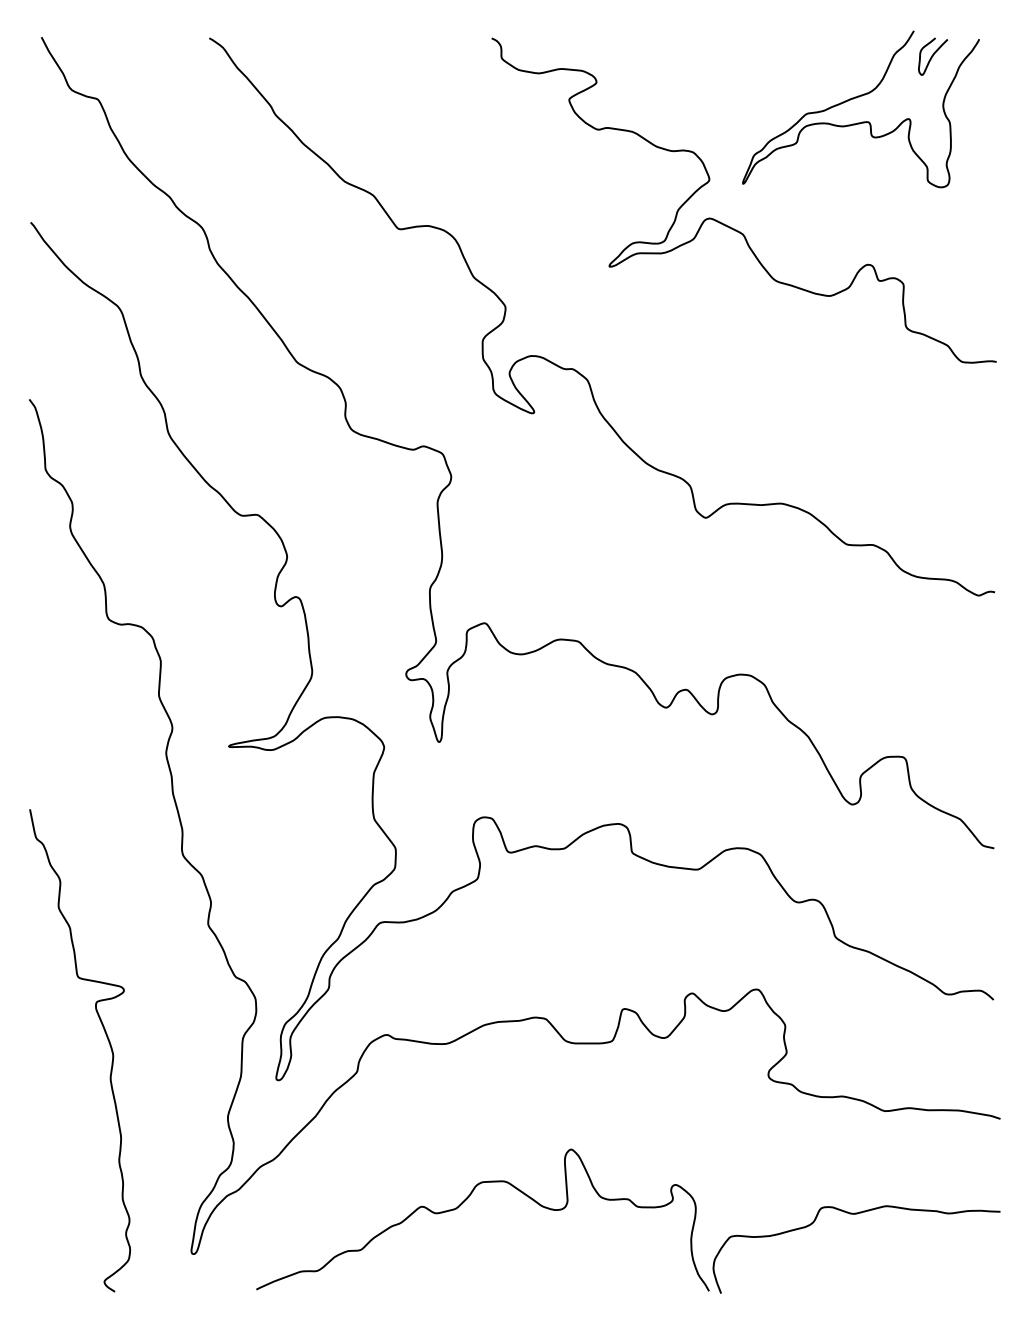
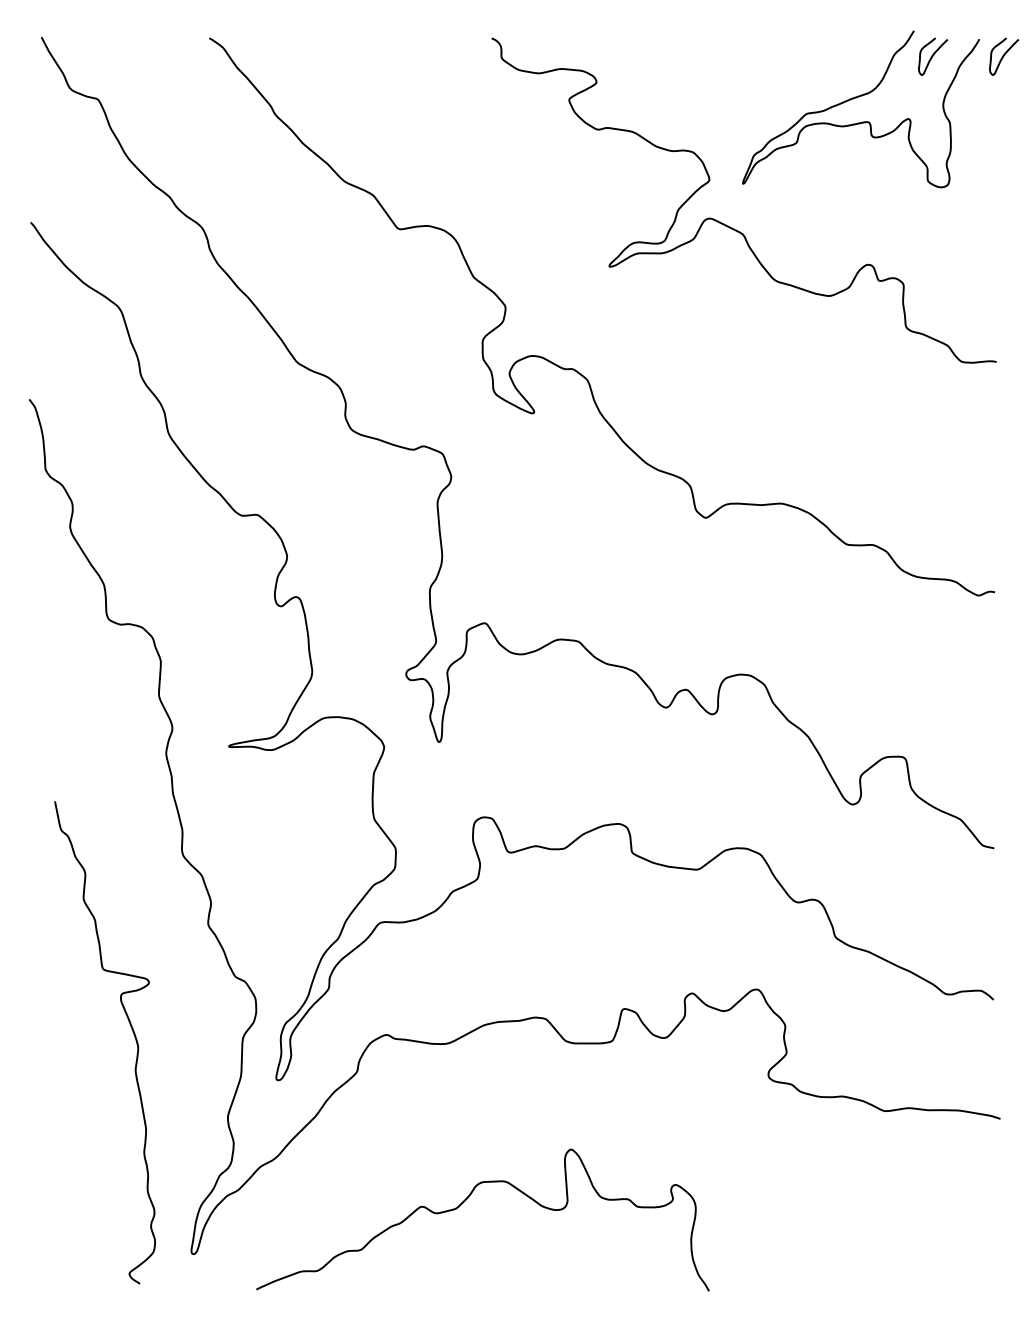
curve at (1004, 56): none -> present
curve at (107, 1040) position: (107, 1040) -> (132, 1032)
curve at (856, 1214): present -> none
